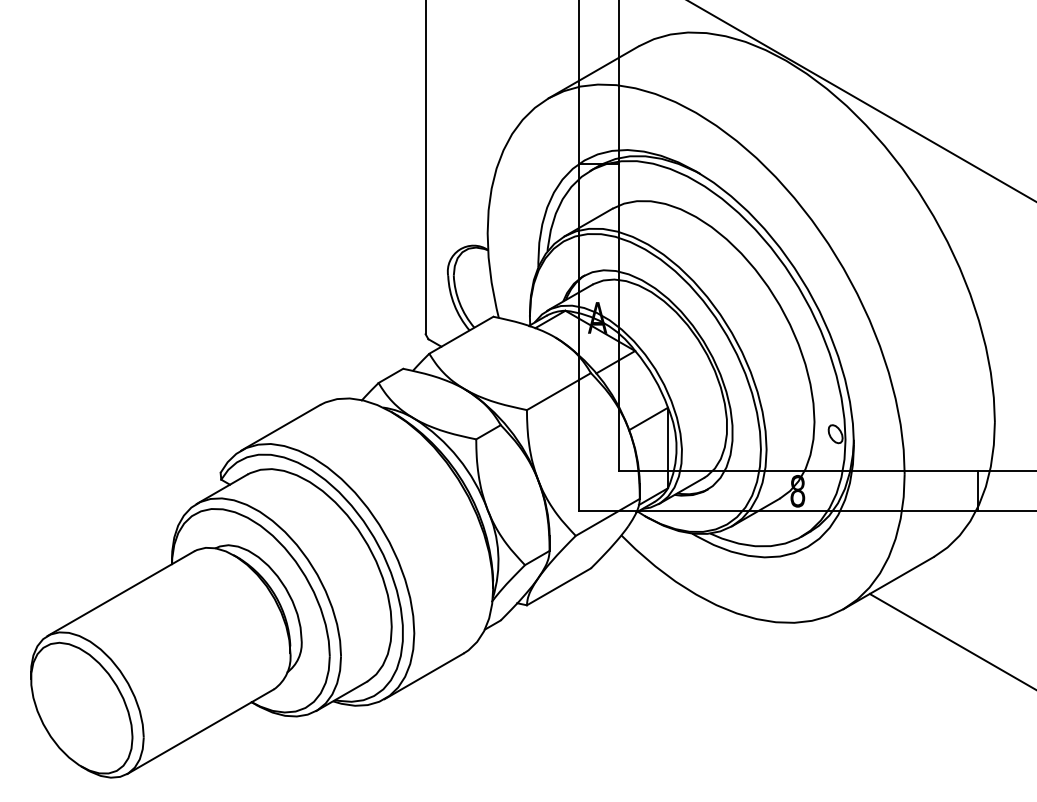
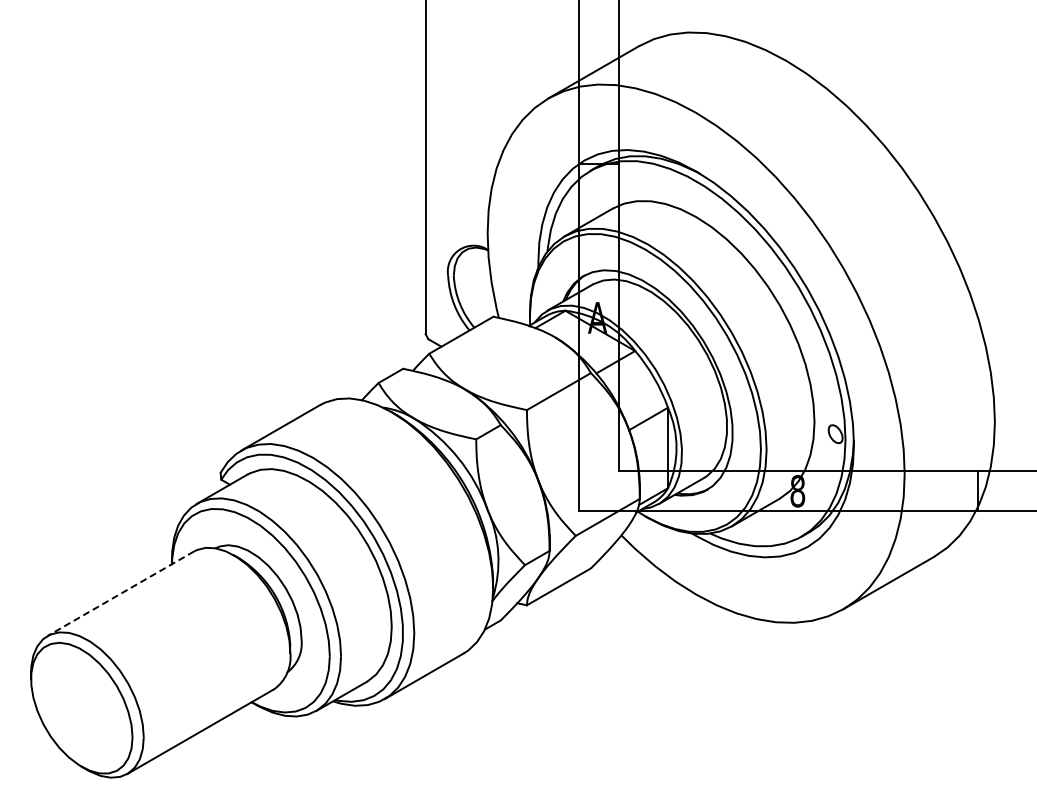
line at (861, 101): present -> none
line at (120, 593): solid -> dashed
line at (951, 640): present -> none
